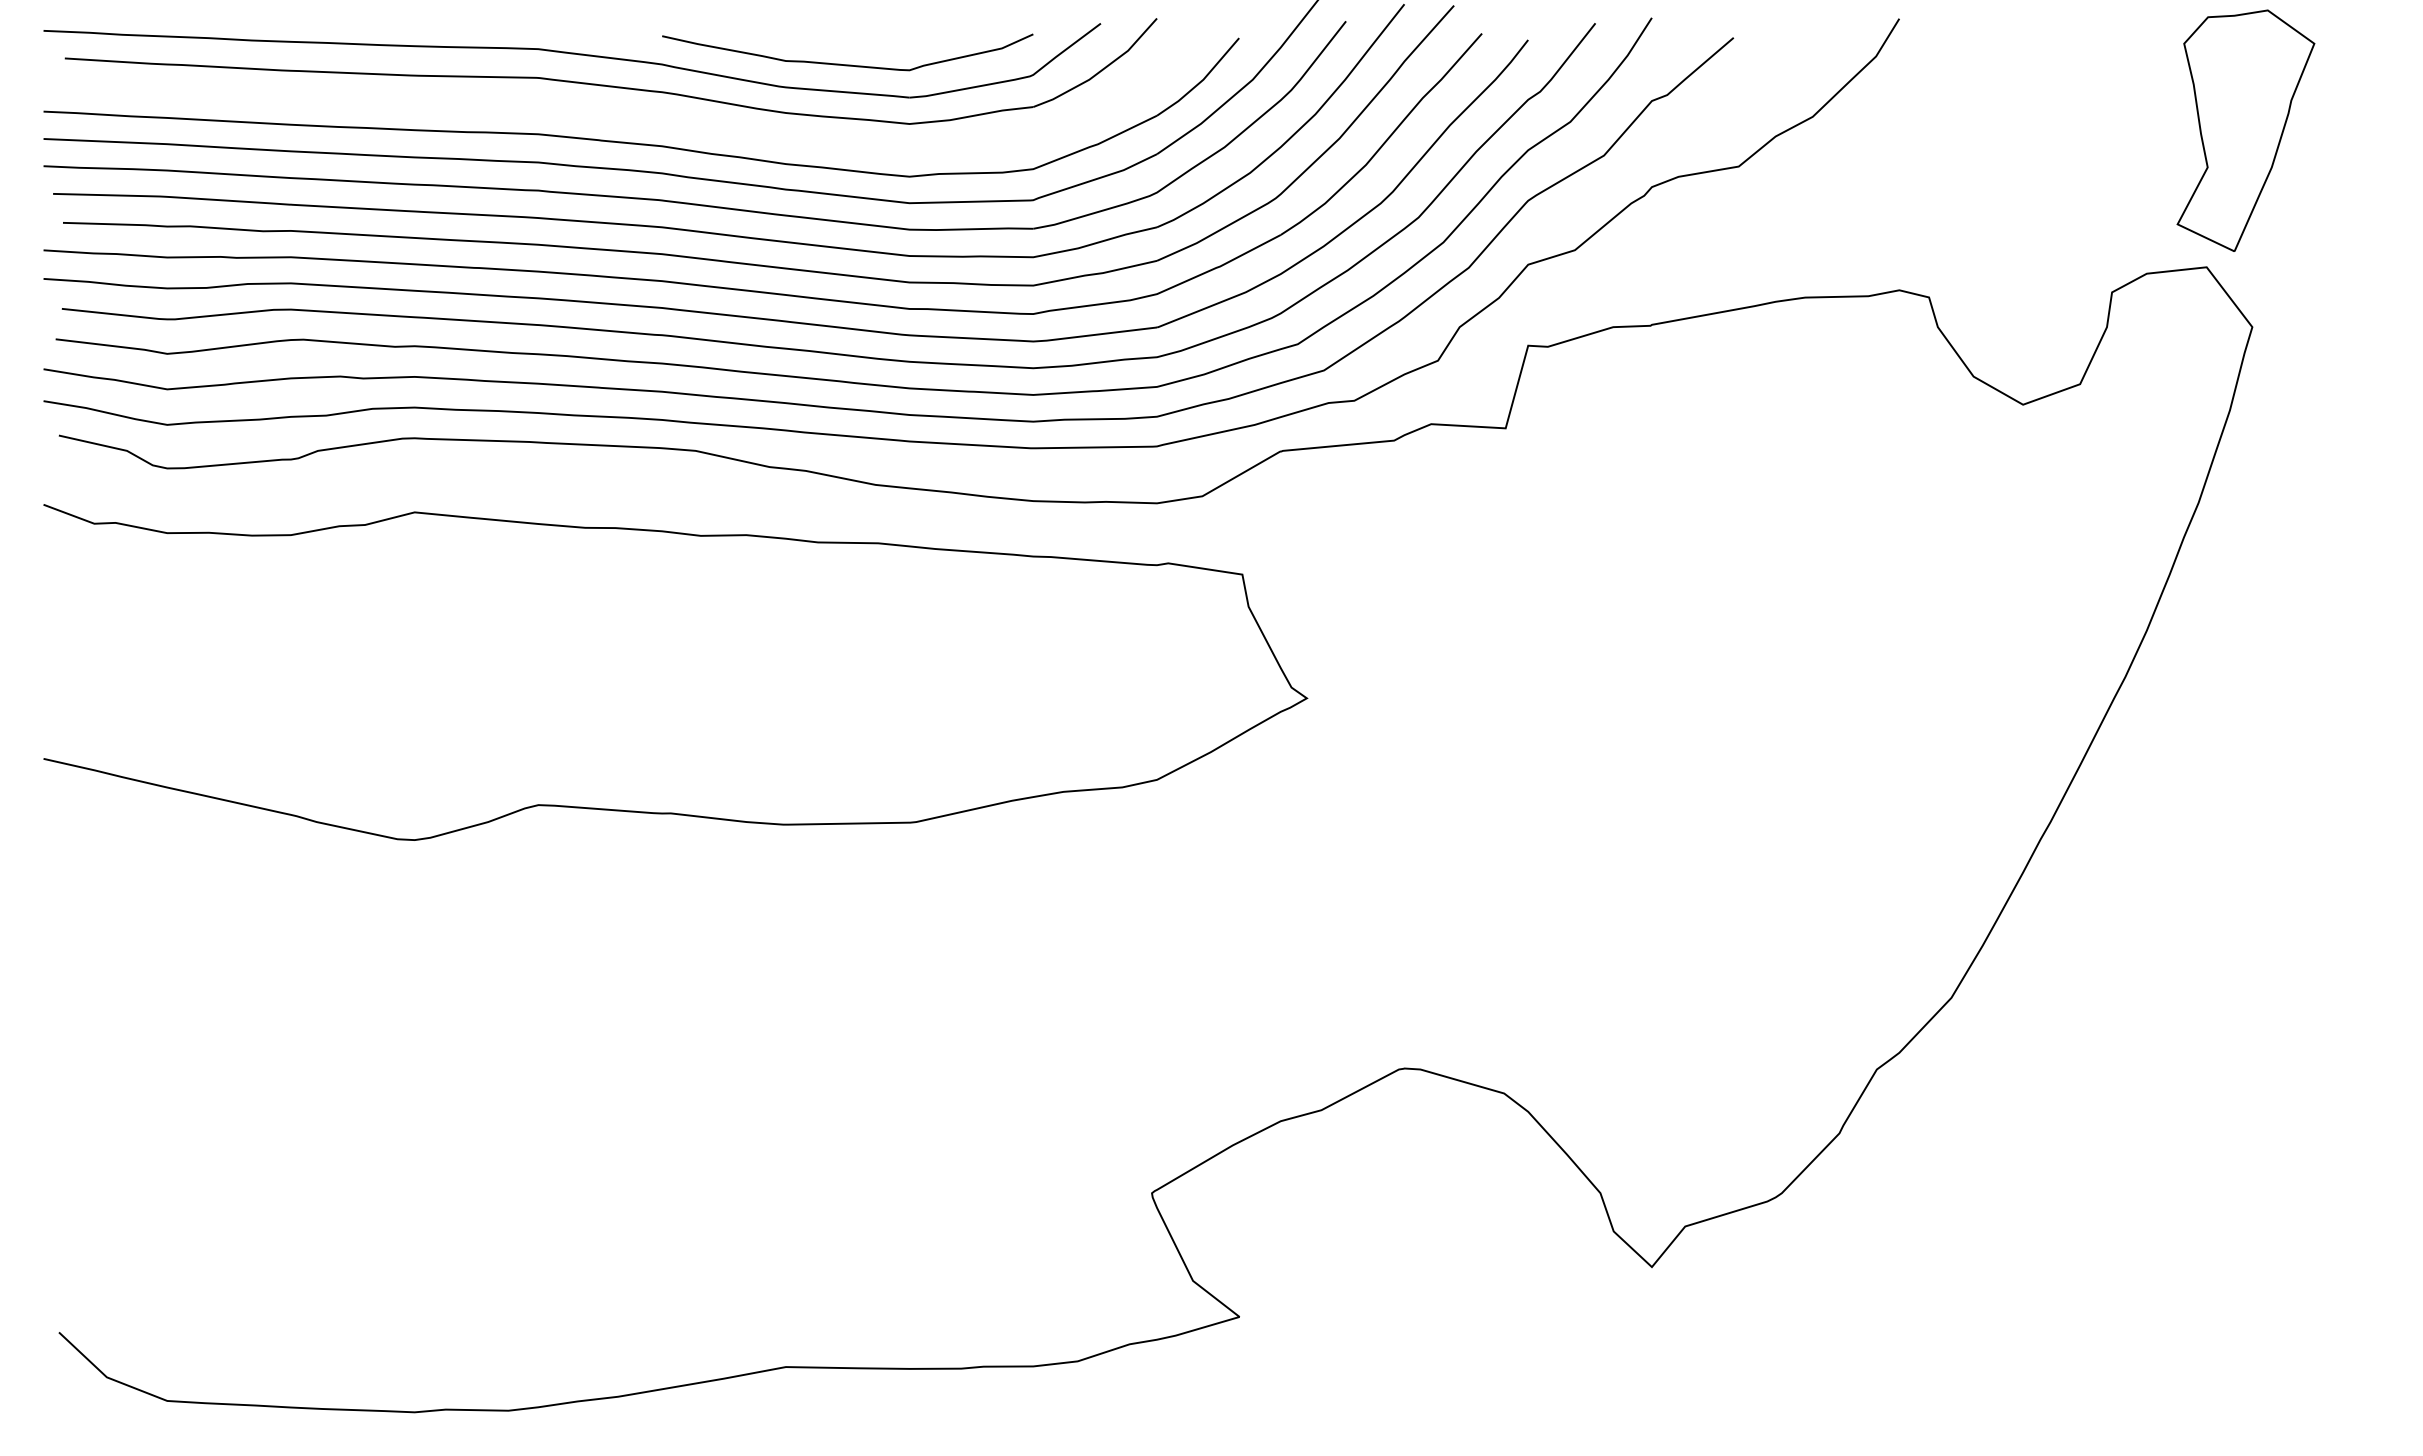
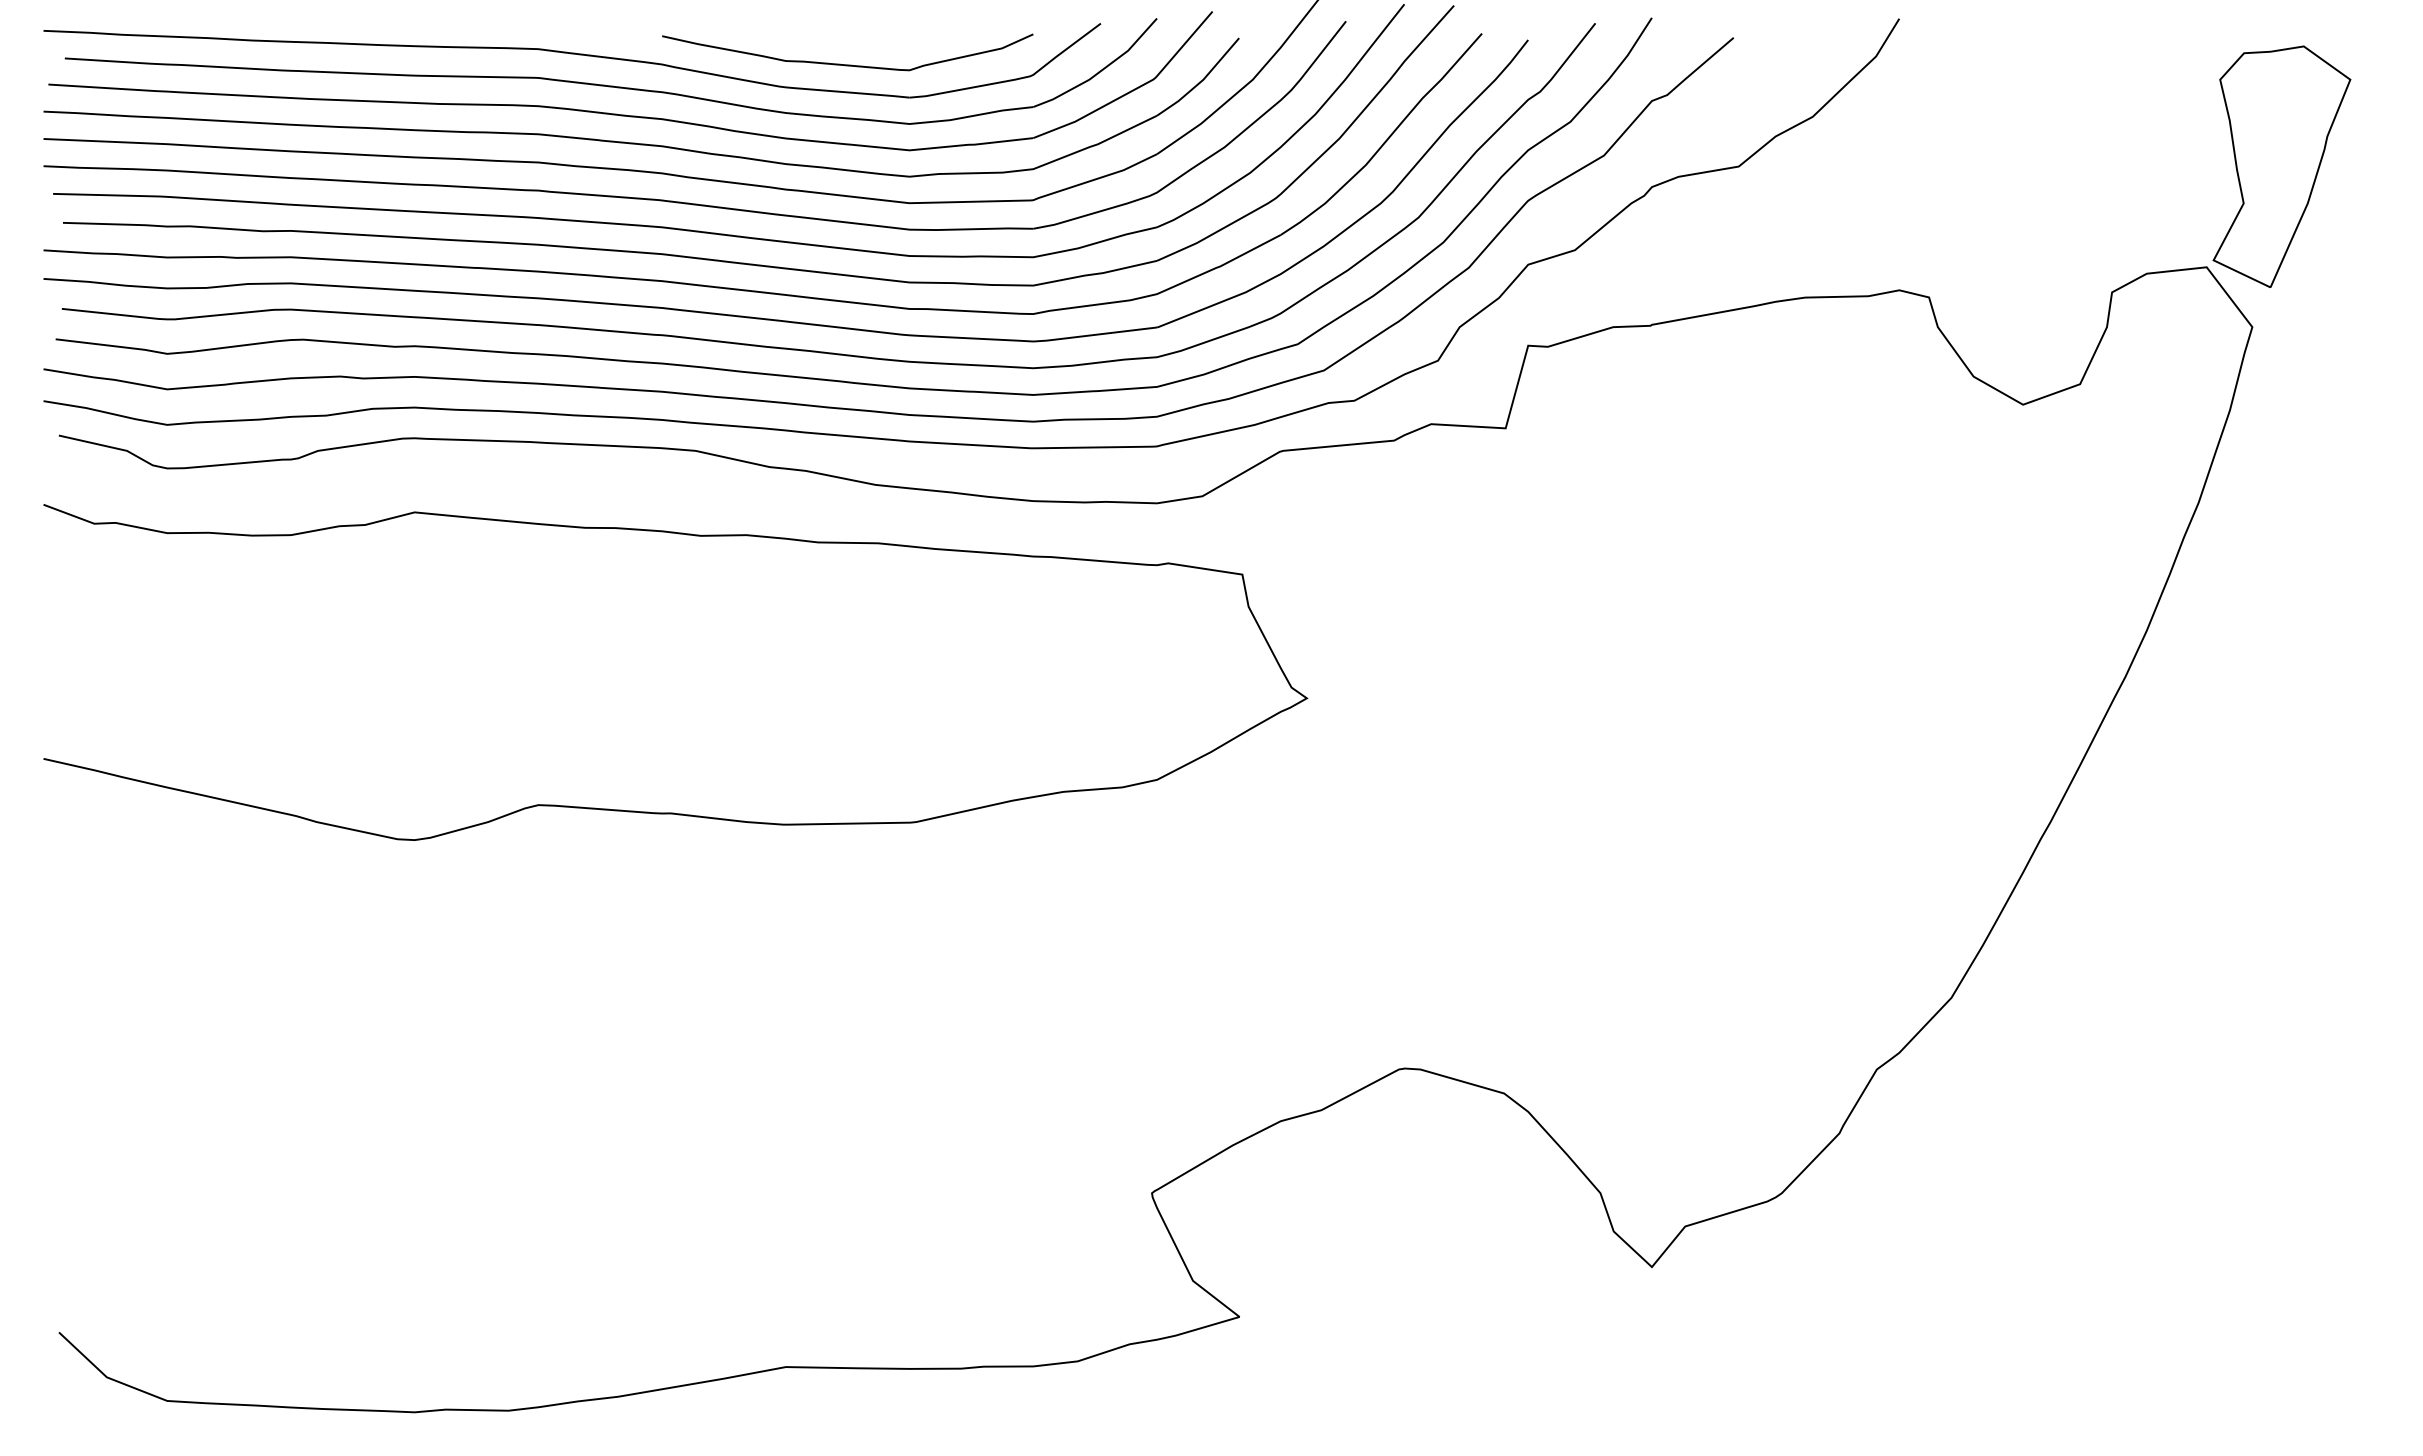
part at (625, 114): none -> present
part at (2245, 130) position: (2245, 130) -> (2281, 166)
